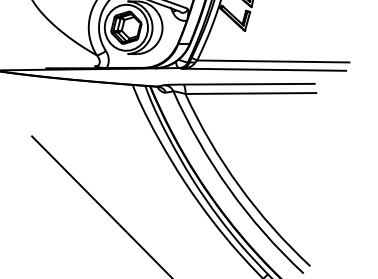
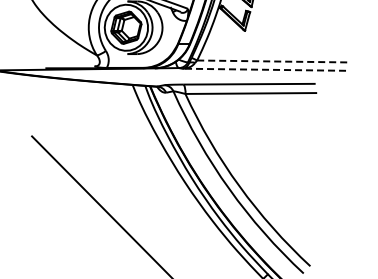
line at (273, 61): solid -> dashed
line at (264, 69): solid -> dashed
